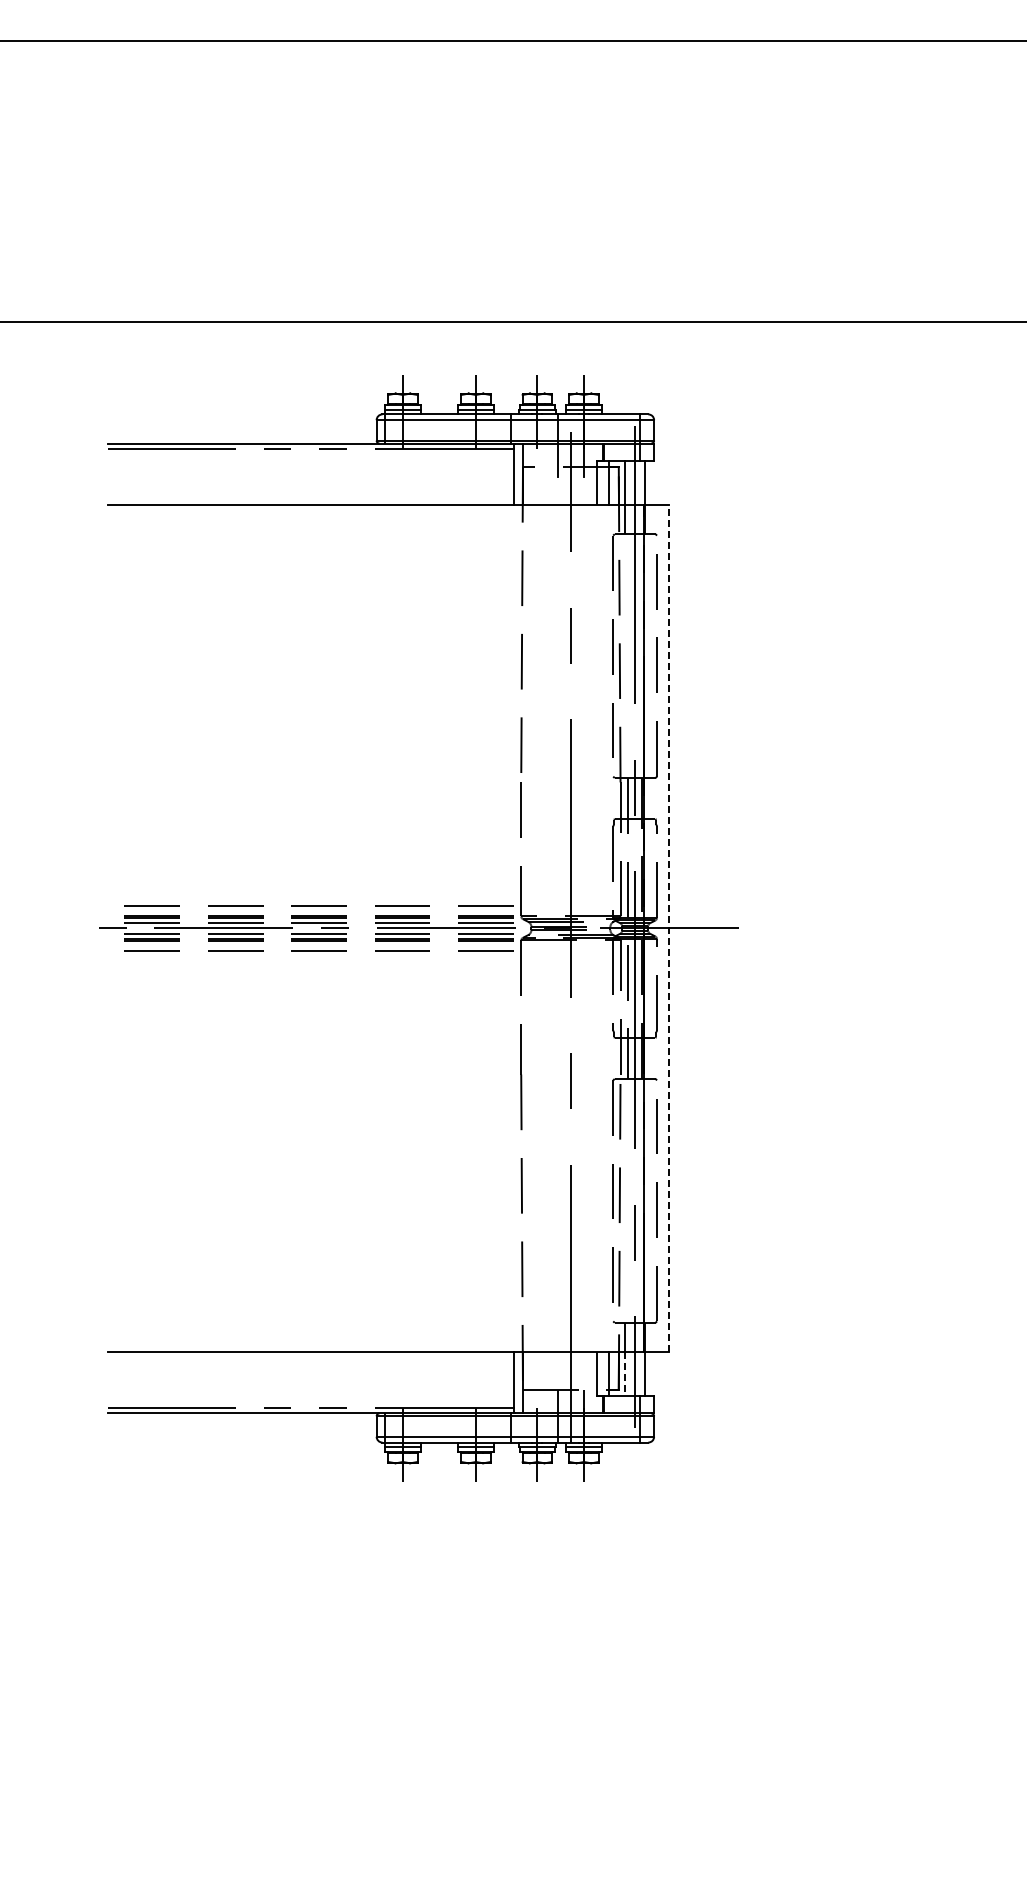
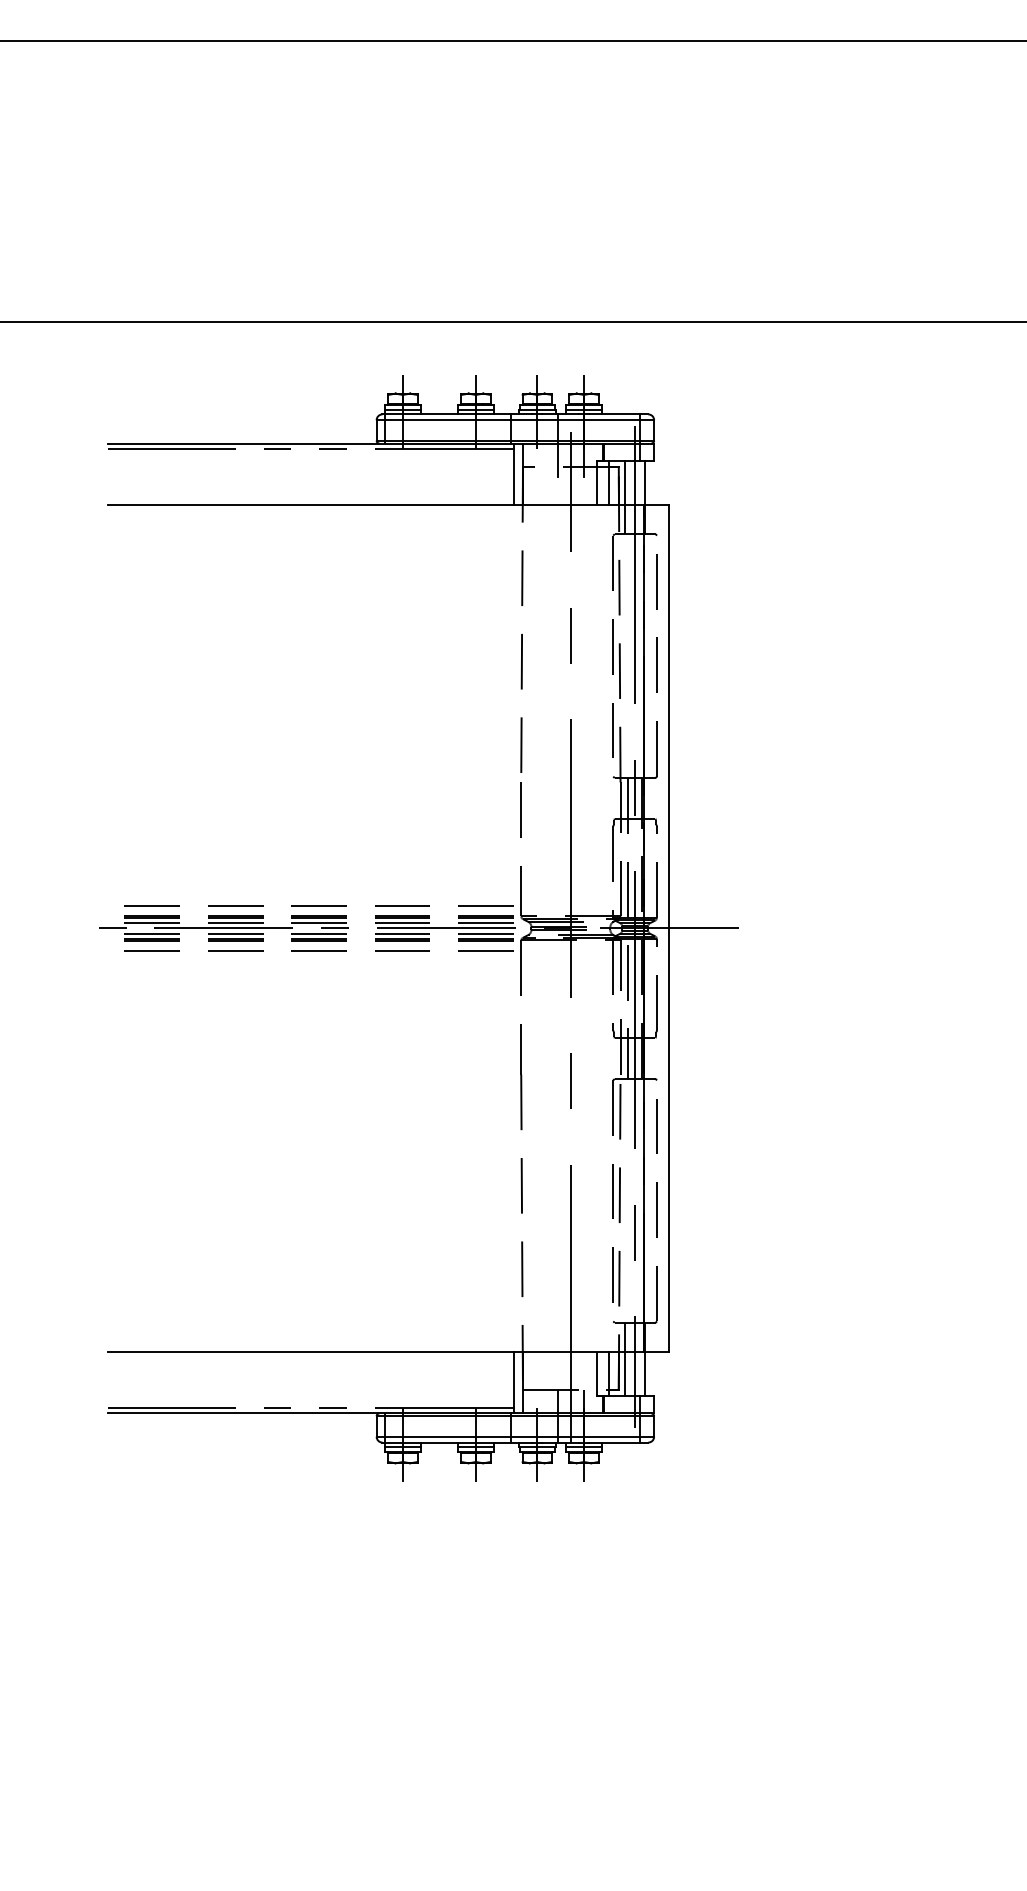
line at (668, 928): dashed -> solid
line at (624, 1373): dashed -> solid
